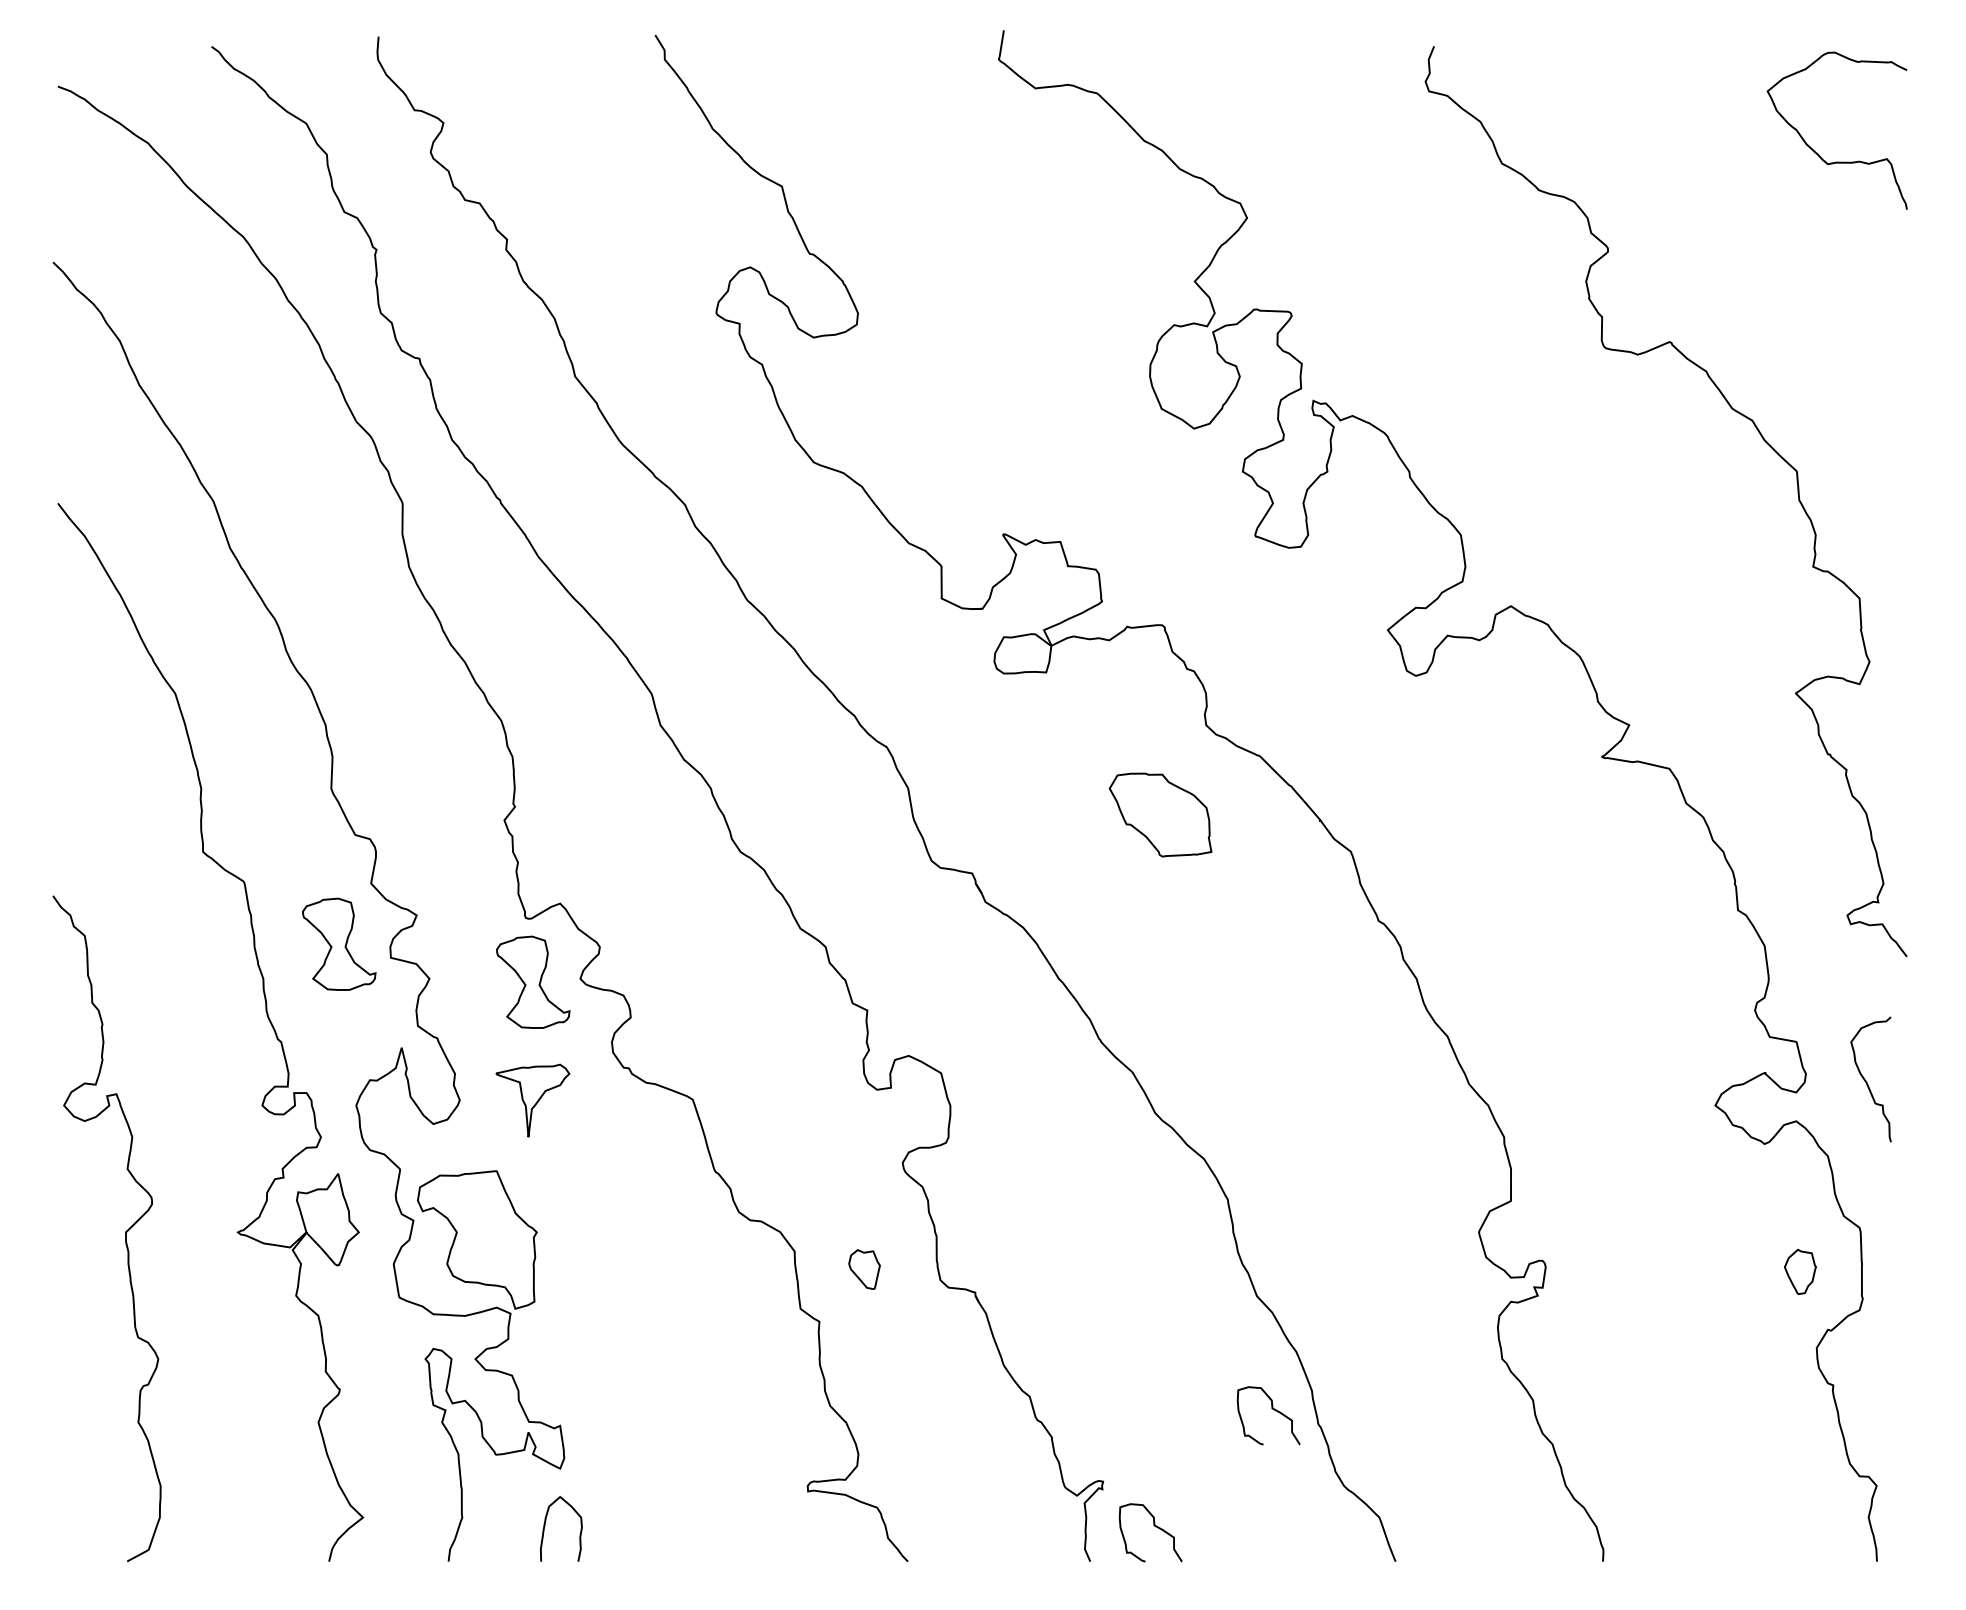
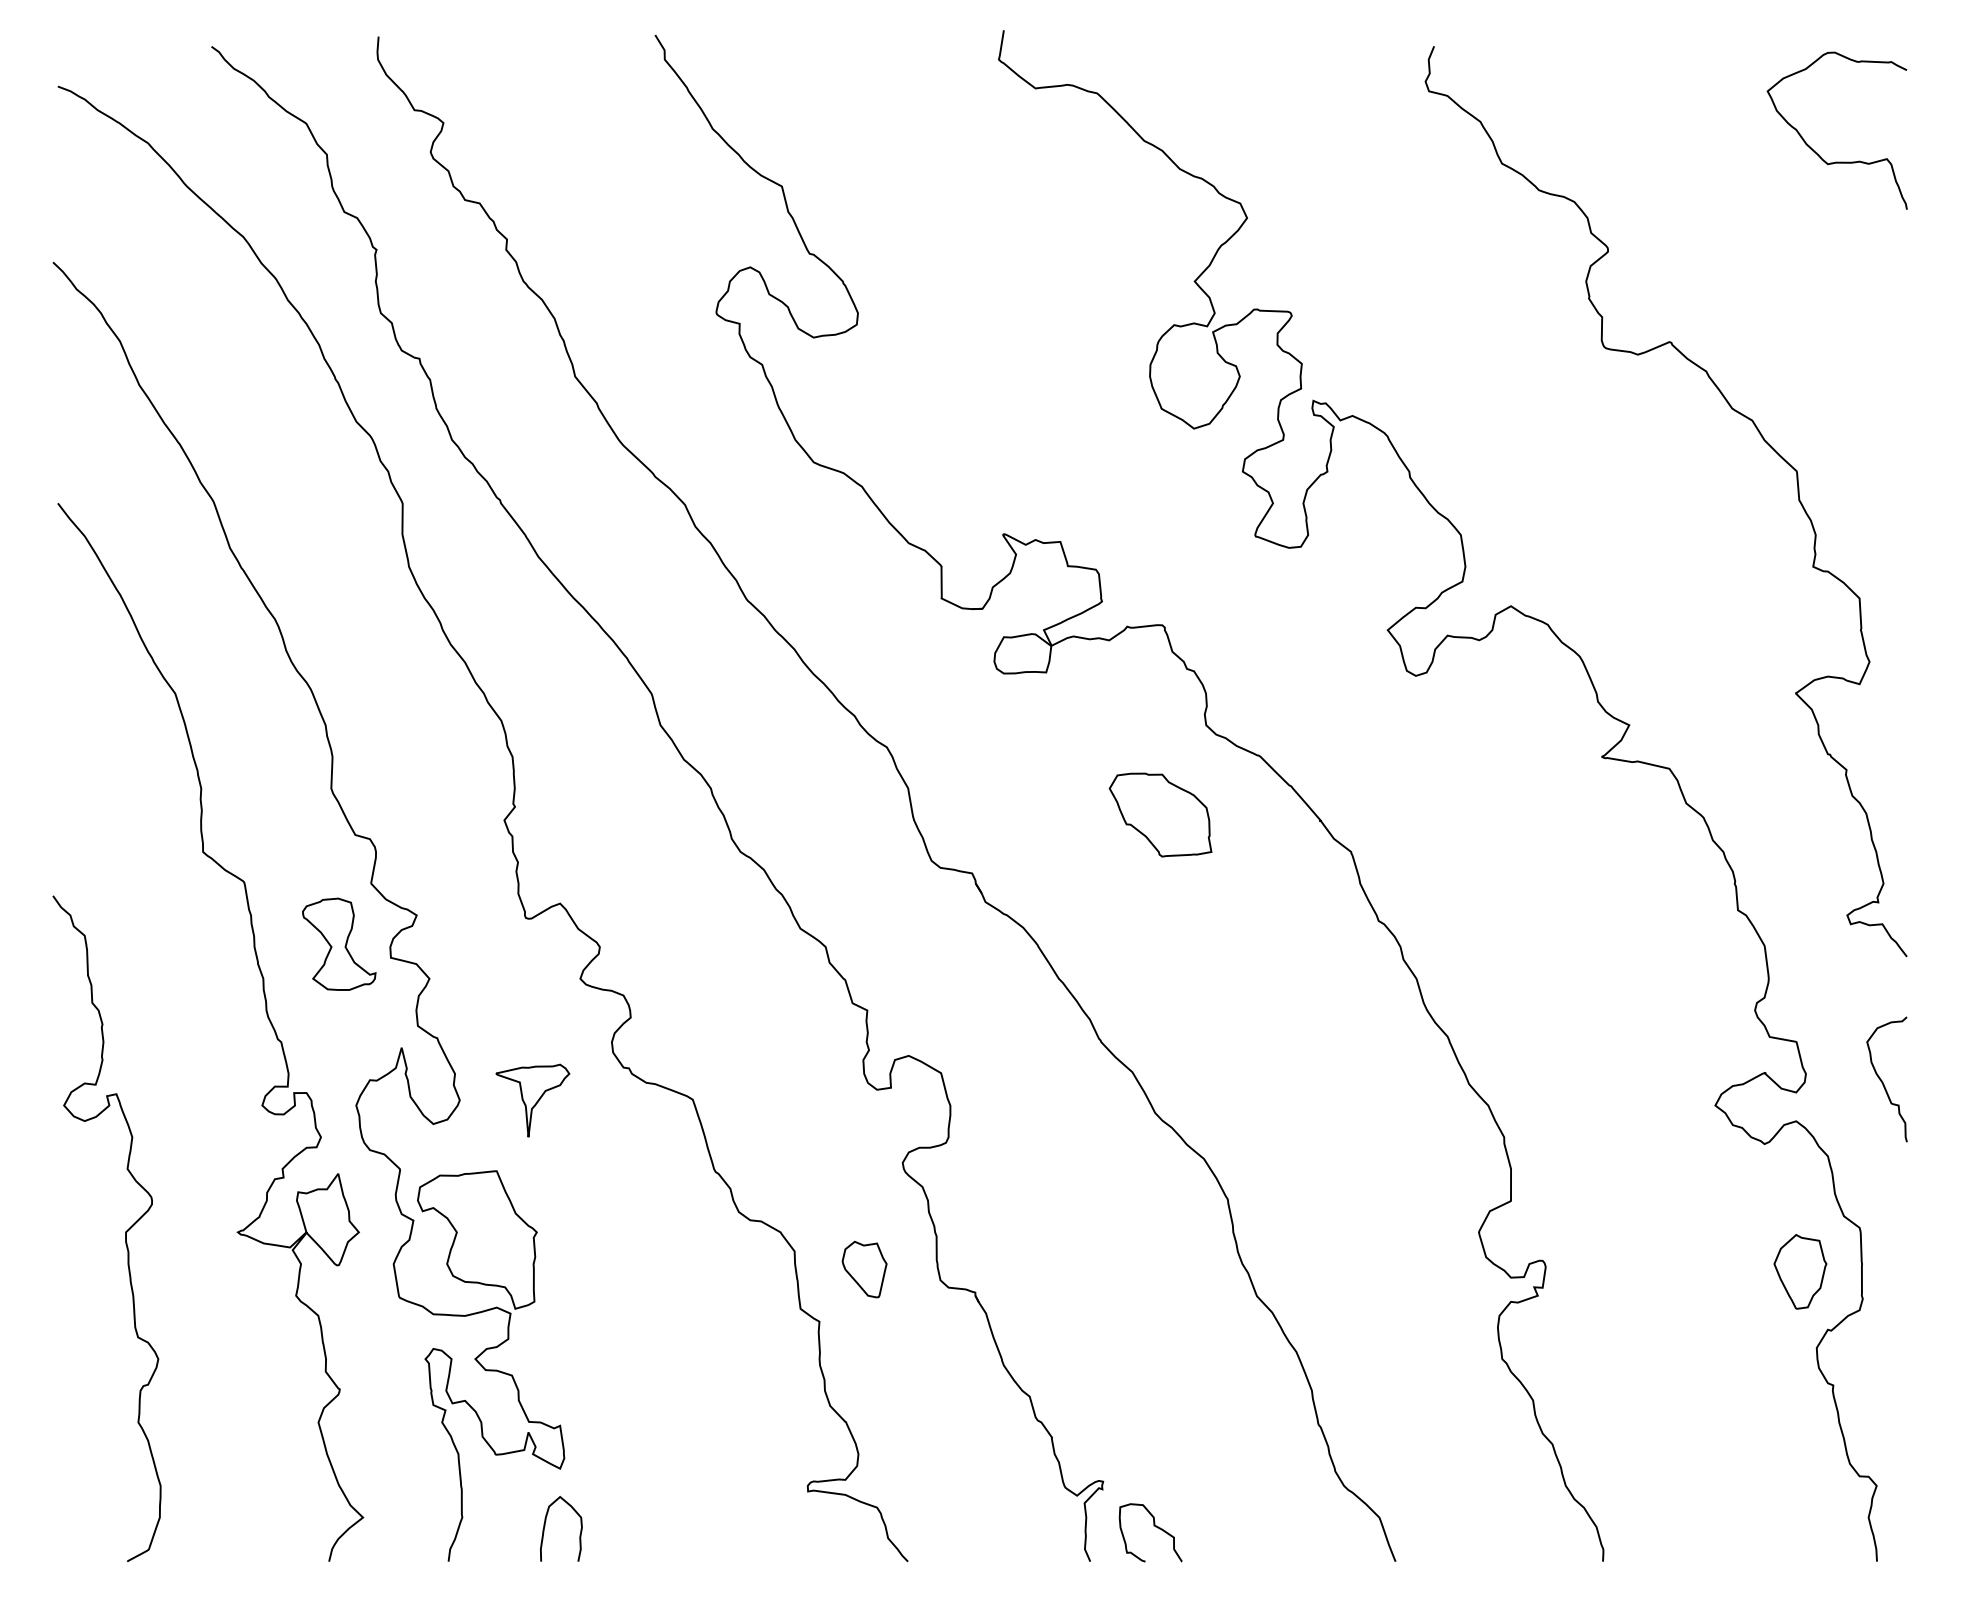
part at (533, 981): present -> none
curve at (1866, 1080) position: (1866, 1080) -> (1882, 1080)
part at (864, 1269) size: 33x41 px -> 47x59 px
part at (1800, 1271) size: 33x47 px -> 55x76 px
curve at (1273, 1410): present -> none
